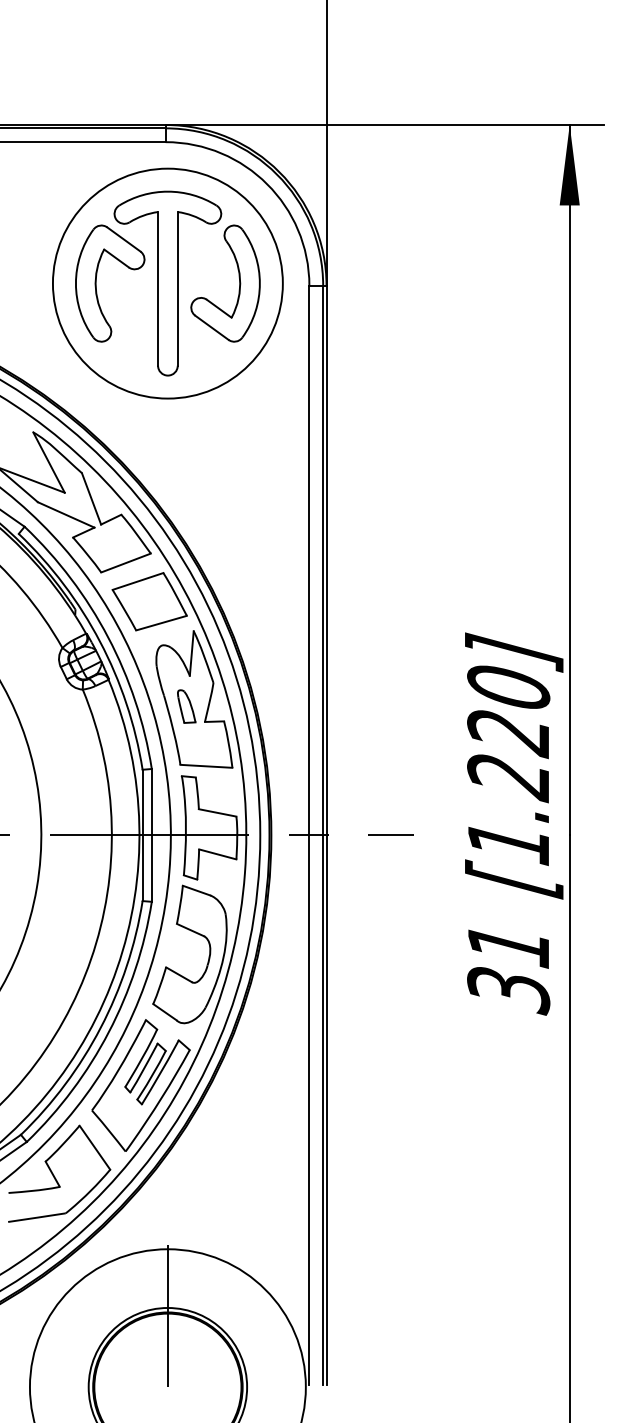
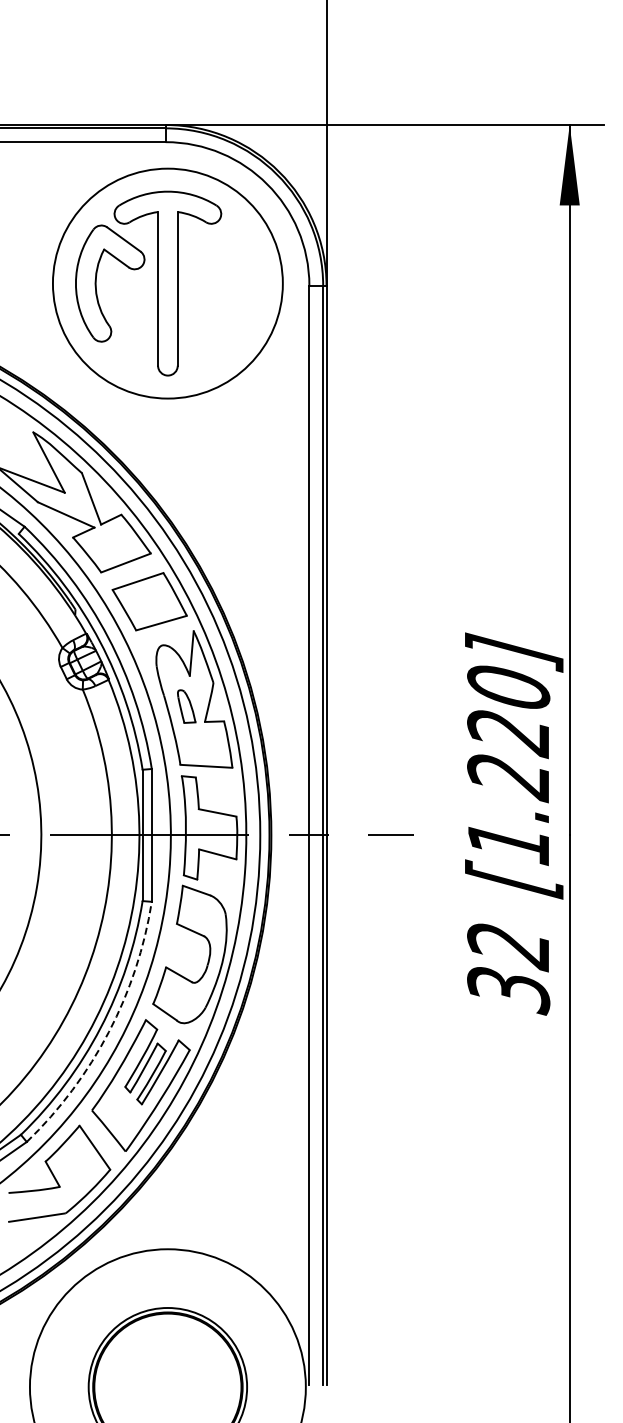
part at (239, 283): present -> none
text at (507, 947): 31 -> 32
arc at (108, 1032): solid -> dashed
line at (167, 1315): present -> none
